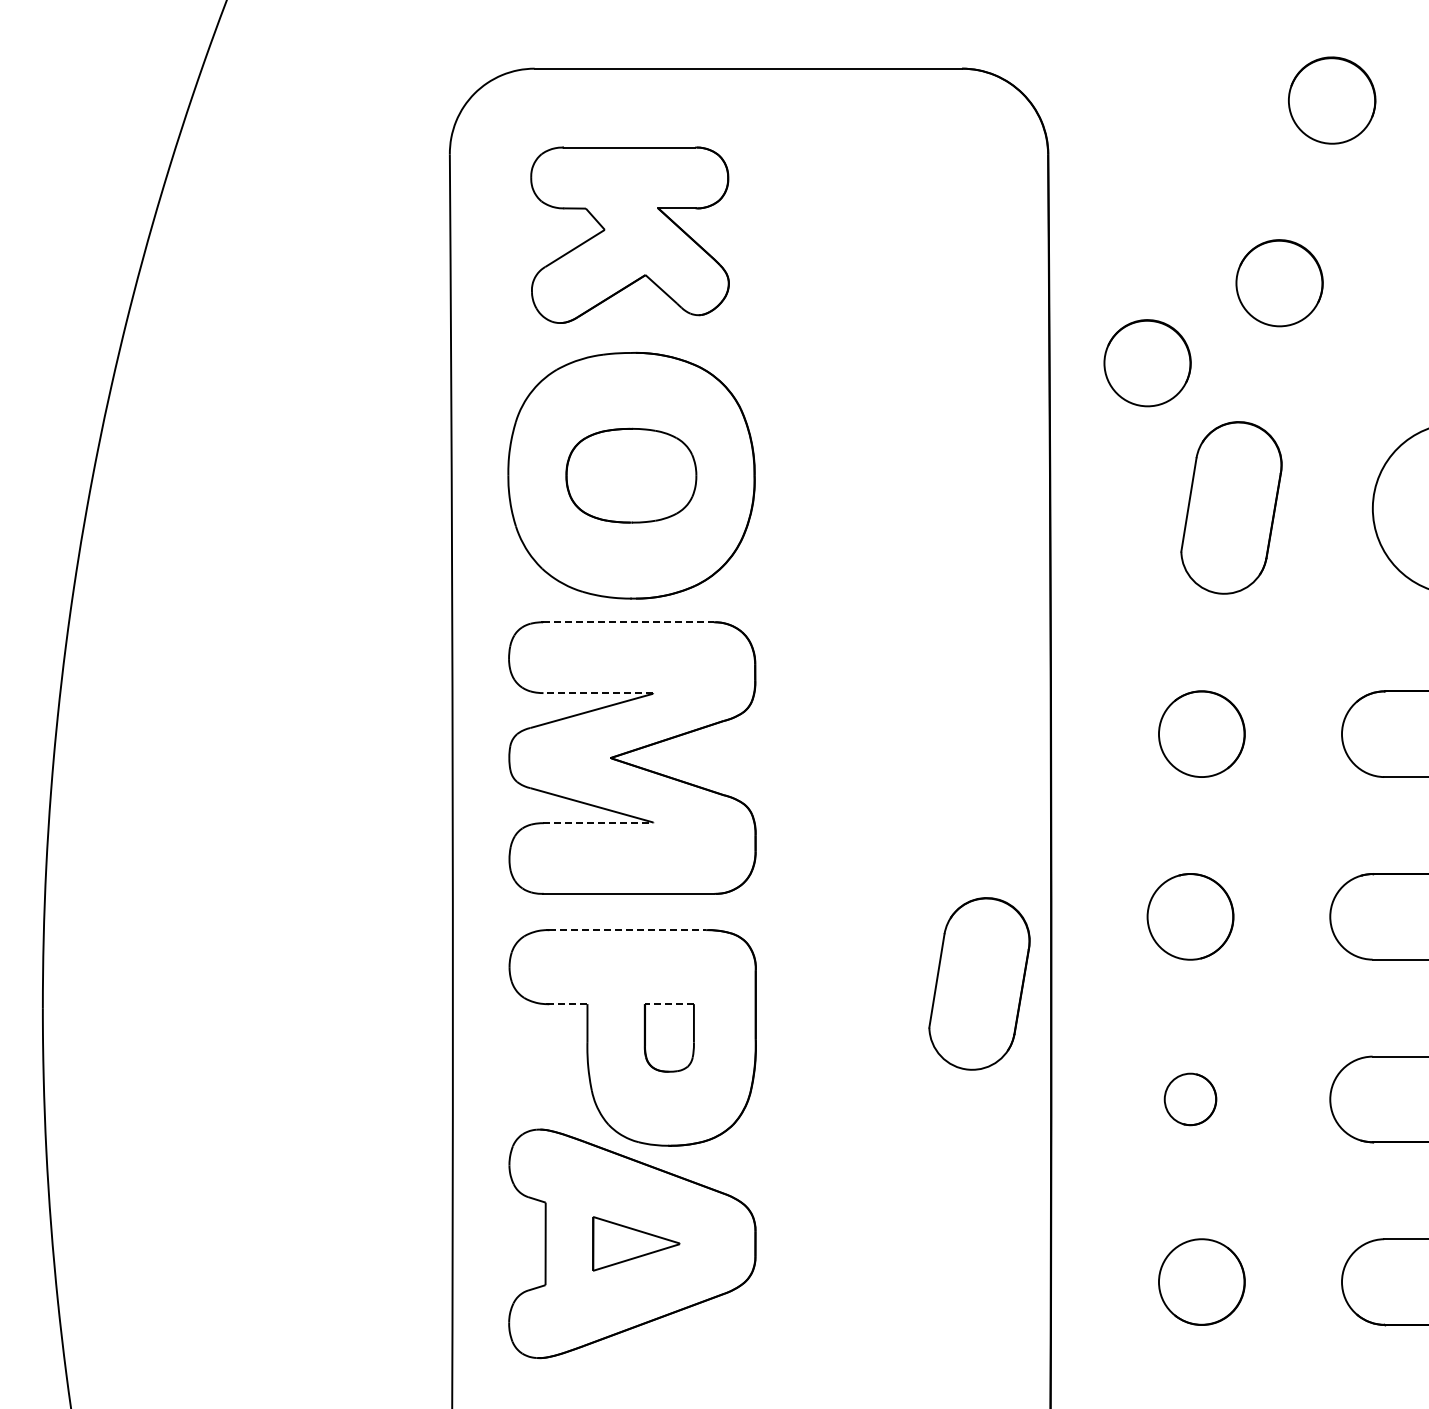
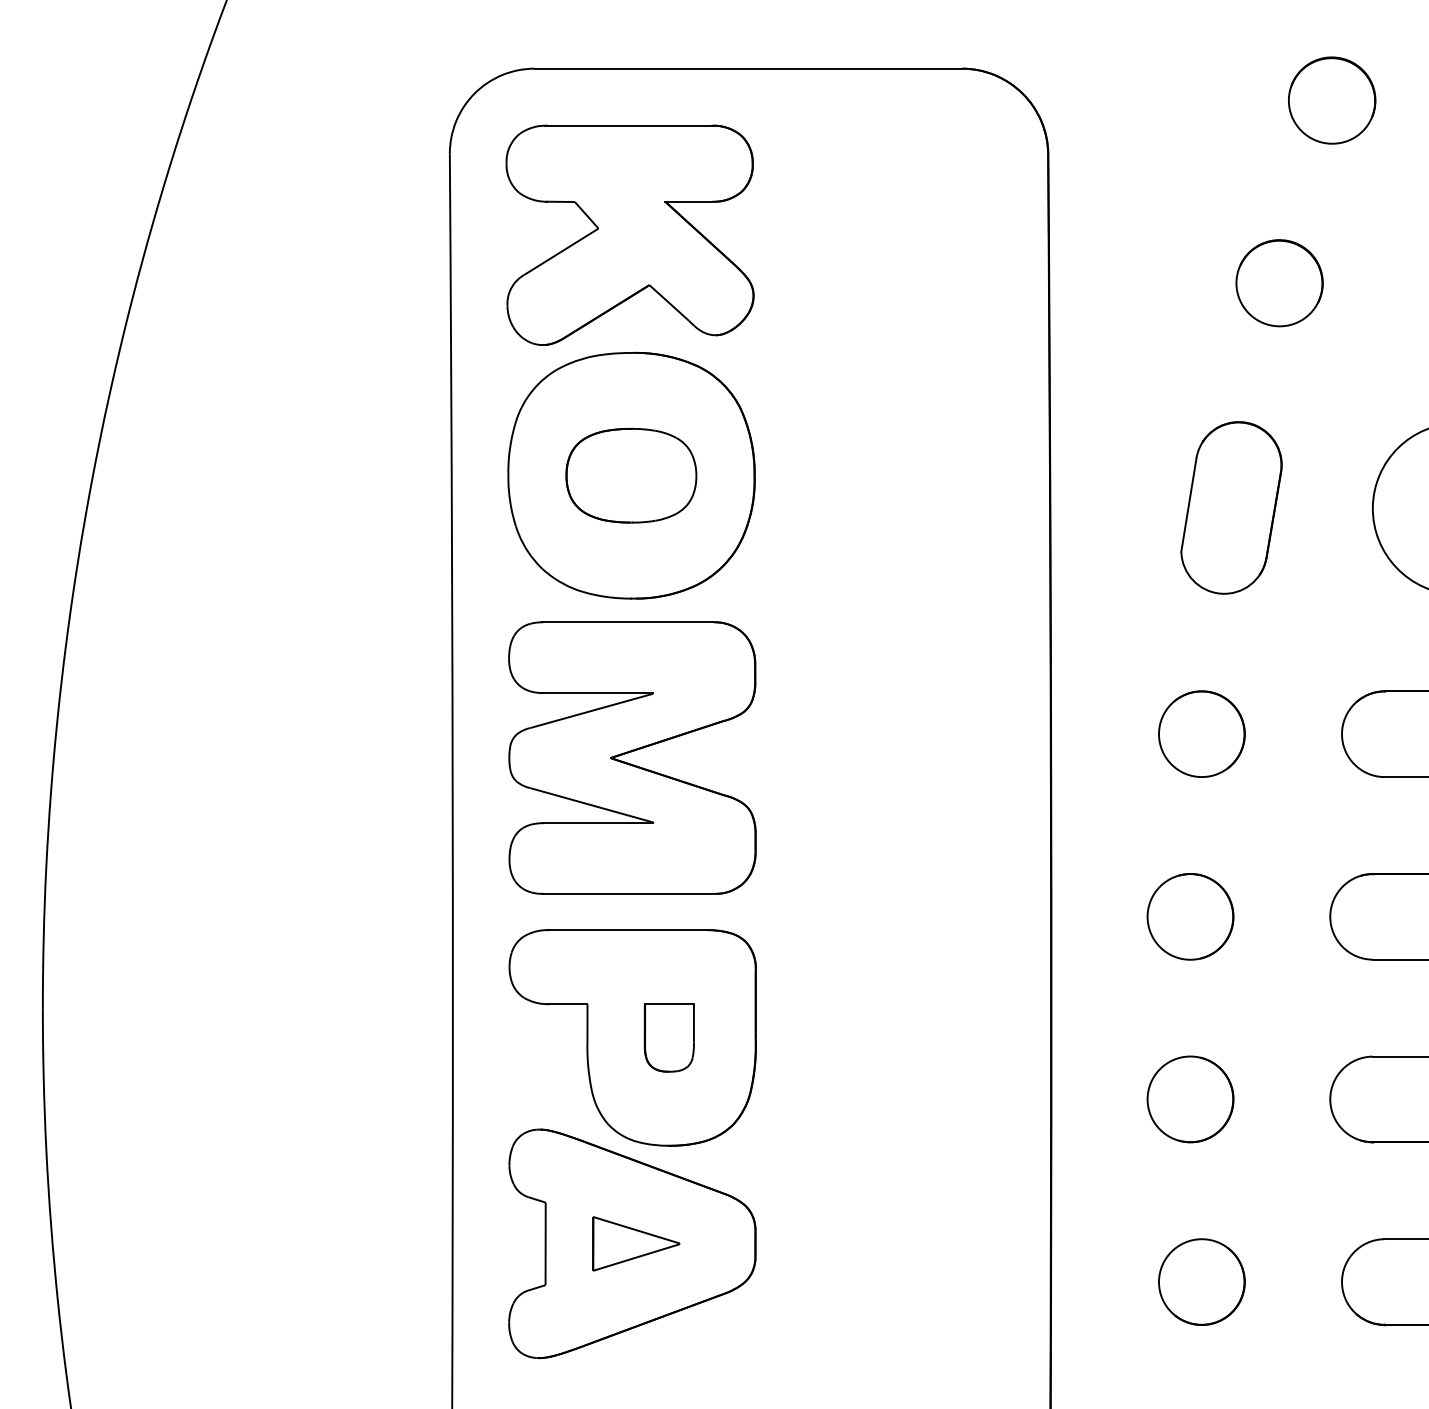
part at (629, 234) size: 200x178 px -> 250x222 px
part at (1147, 363): present -> none
line at (628, 622): dashed -> solid
line at (597, 693): dashed -> solid
line at (598, 823): dashed -> solid
line at (628, 930): dashed -> solid
part at (979, 983): present -> none
line at (567, 1004): dashed -> solid
line at (669, 1004): dashed -> solid
part at (1190, 1099) size: 55x55 px -> 89x89 px
